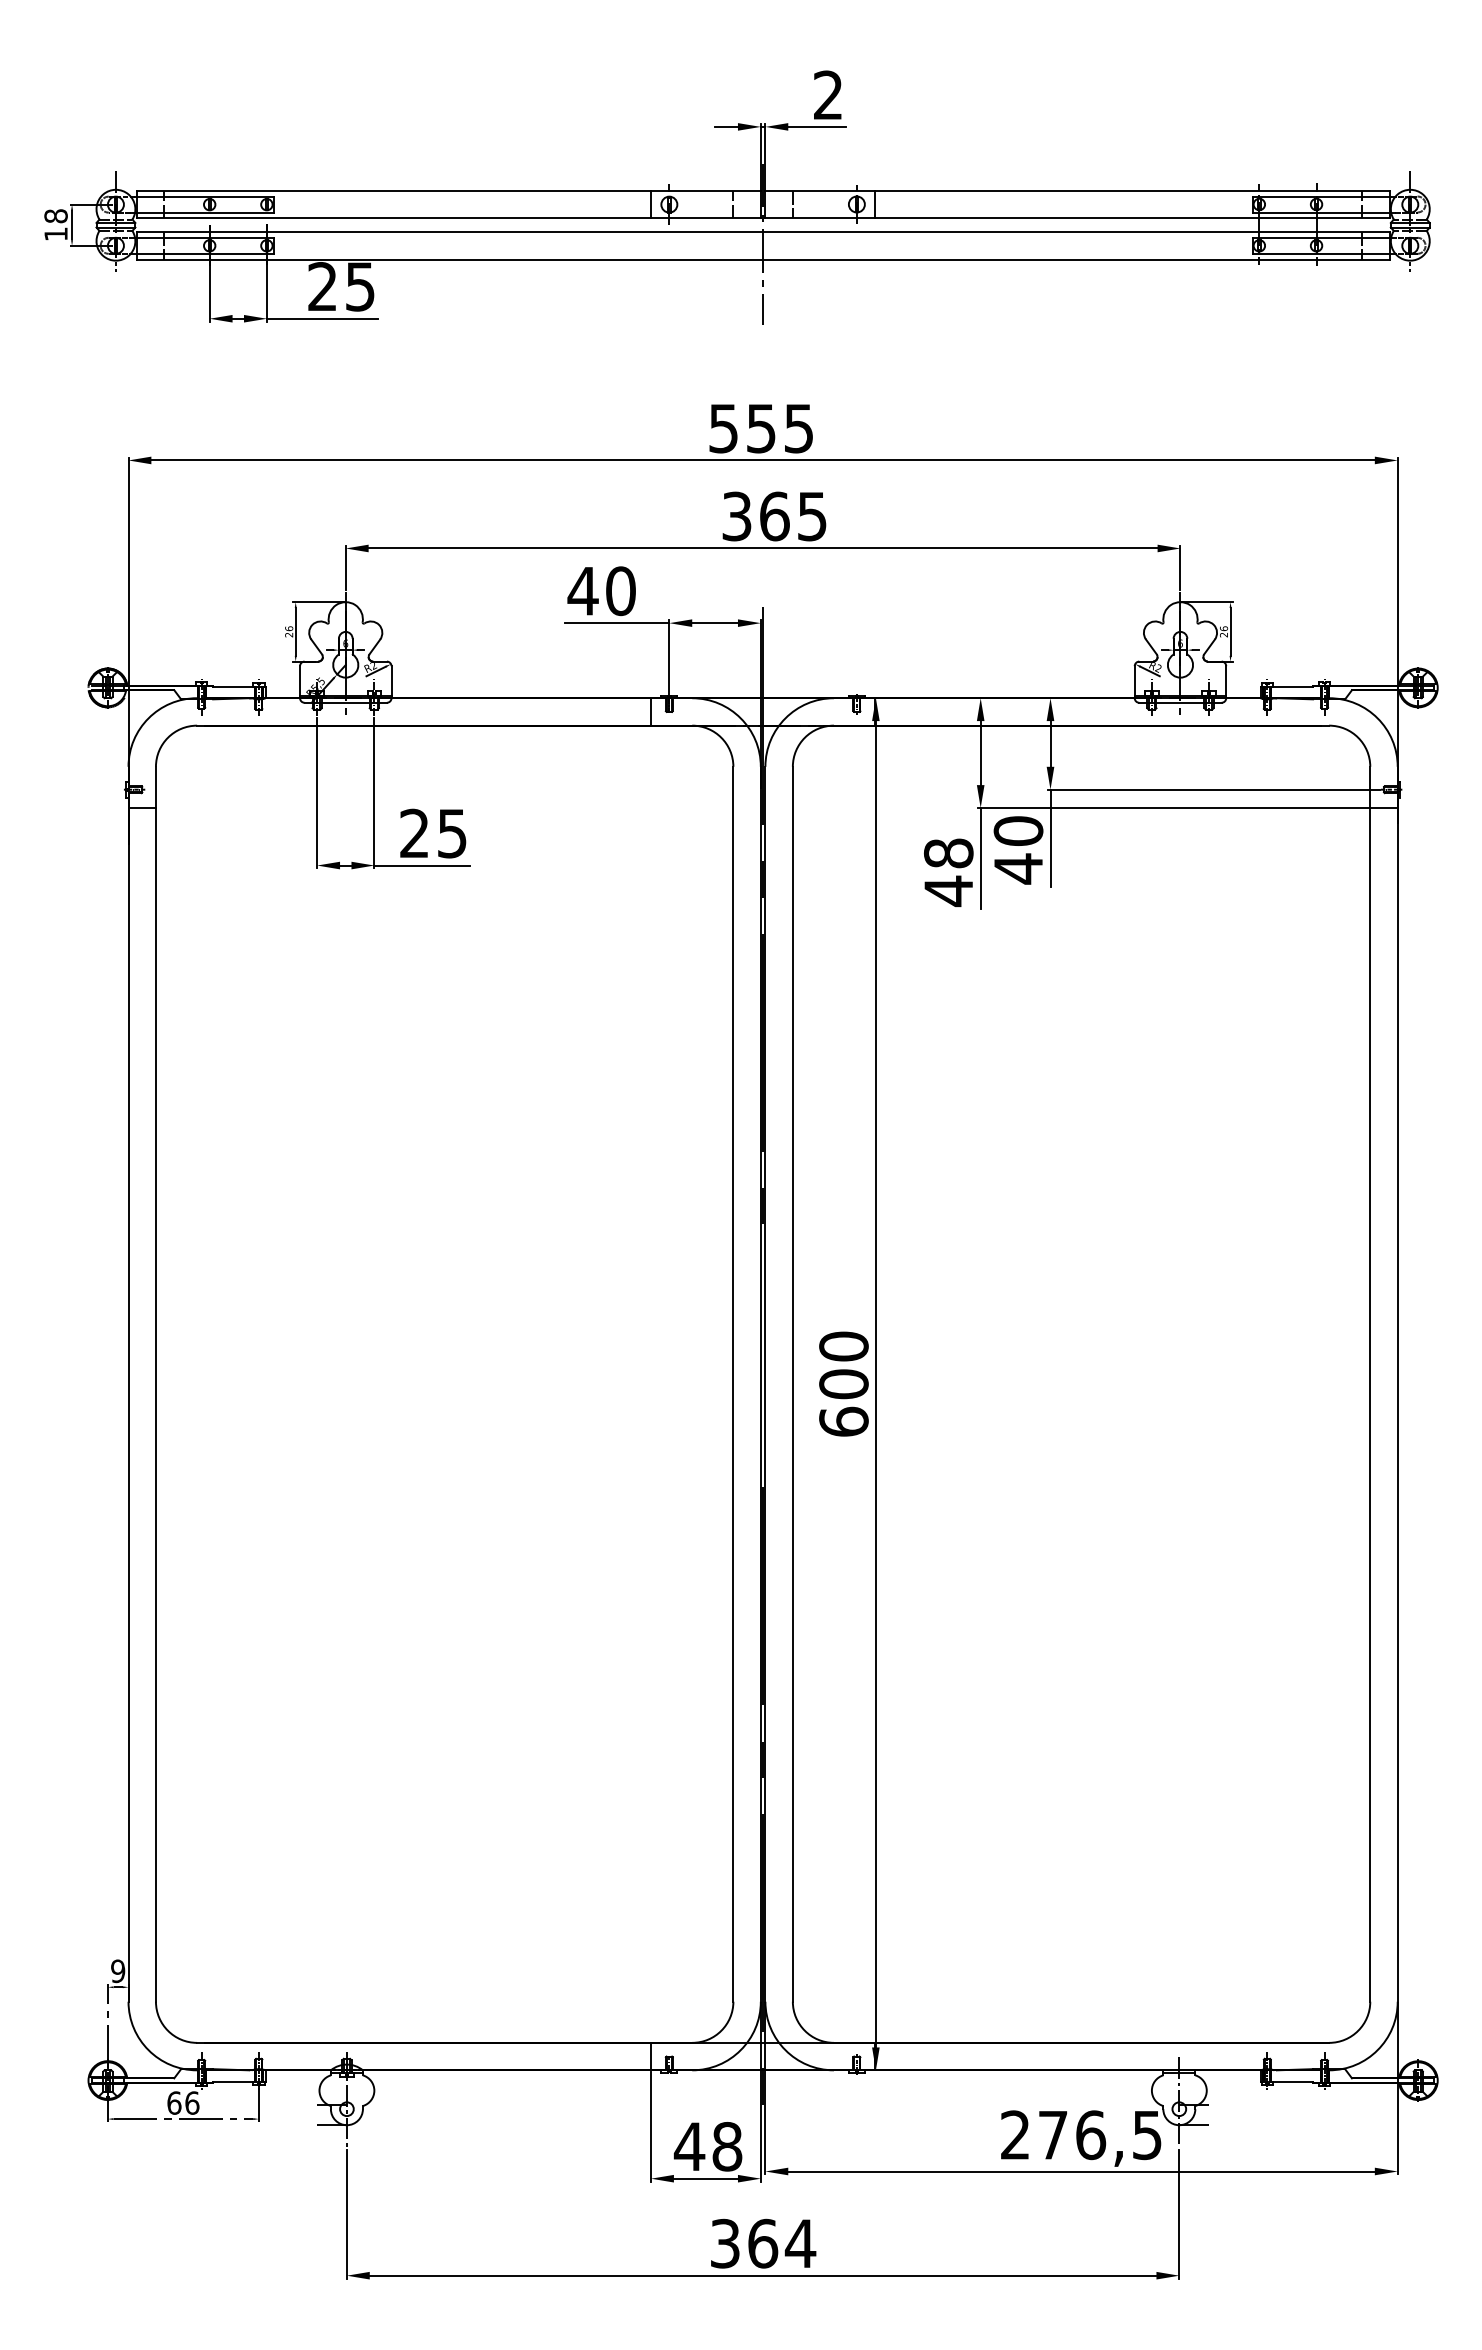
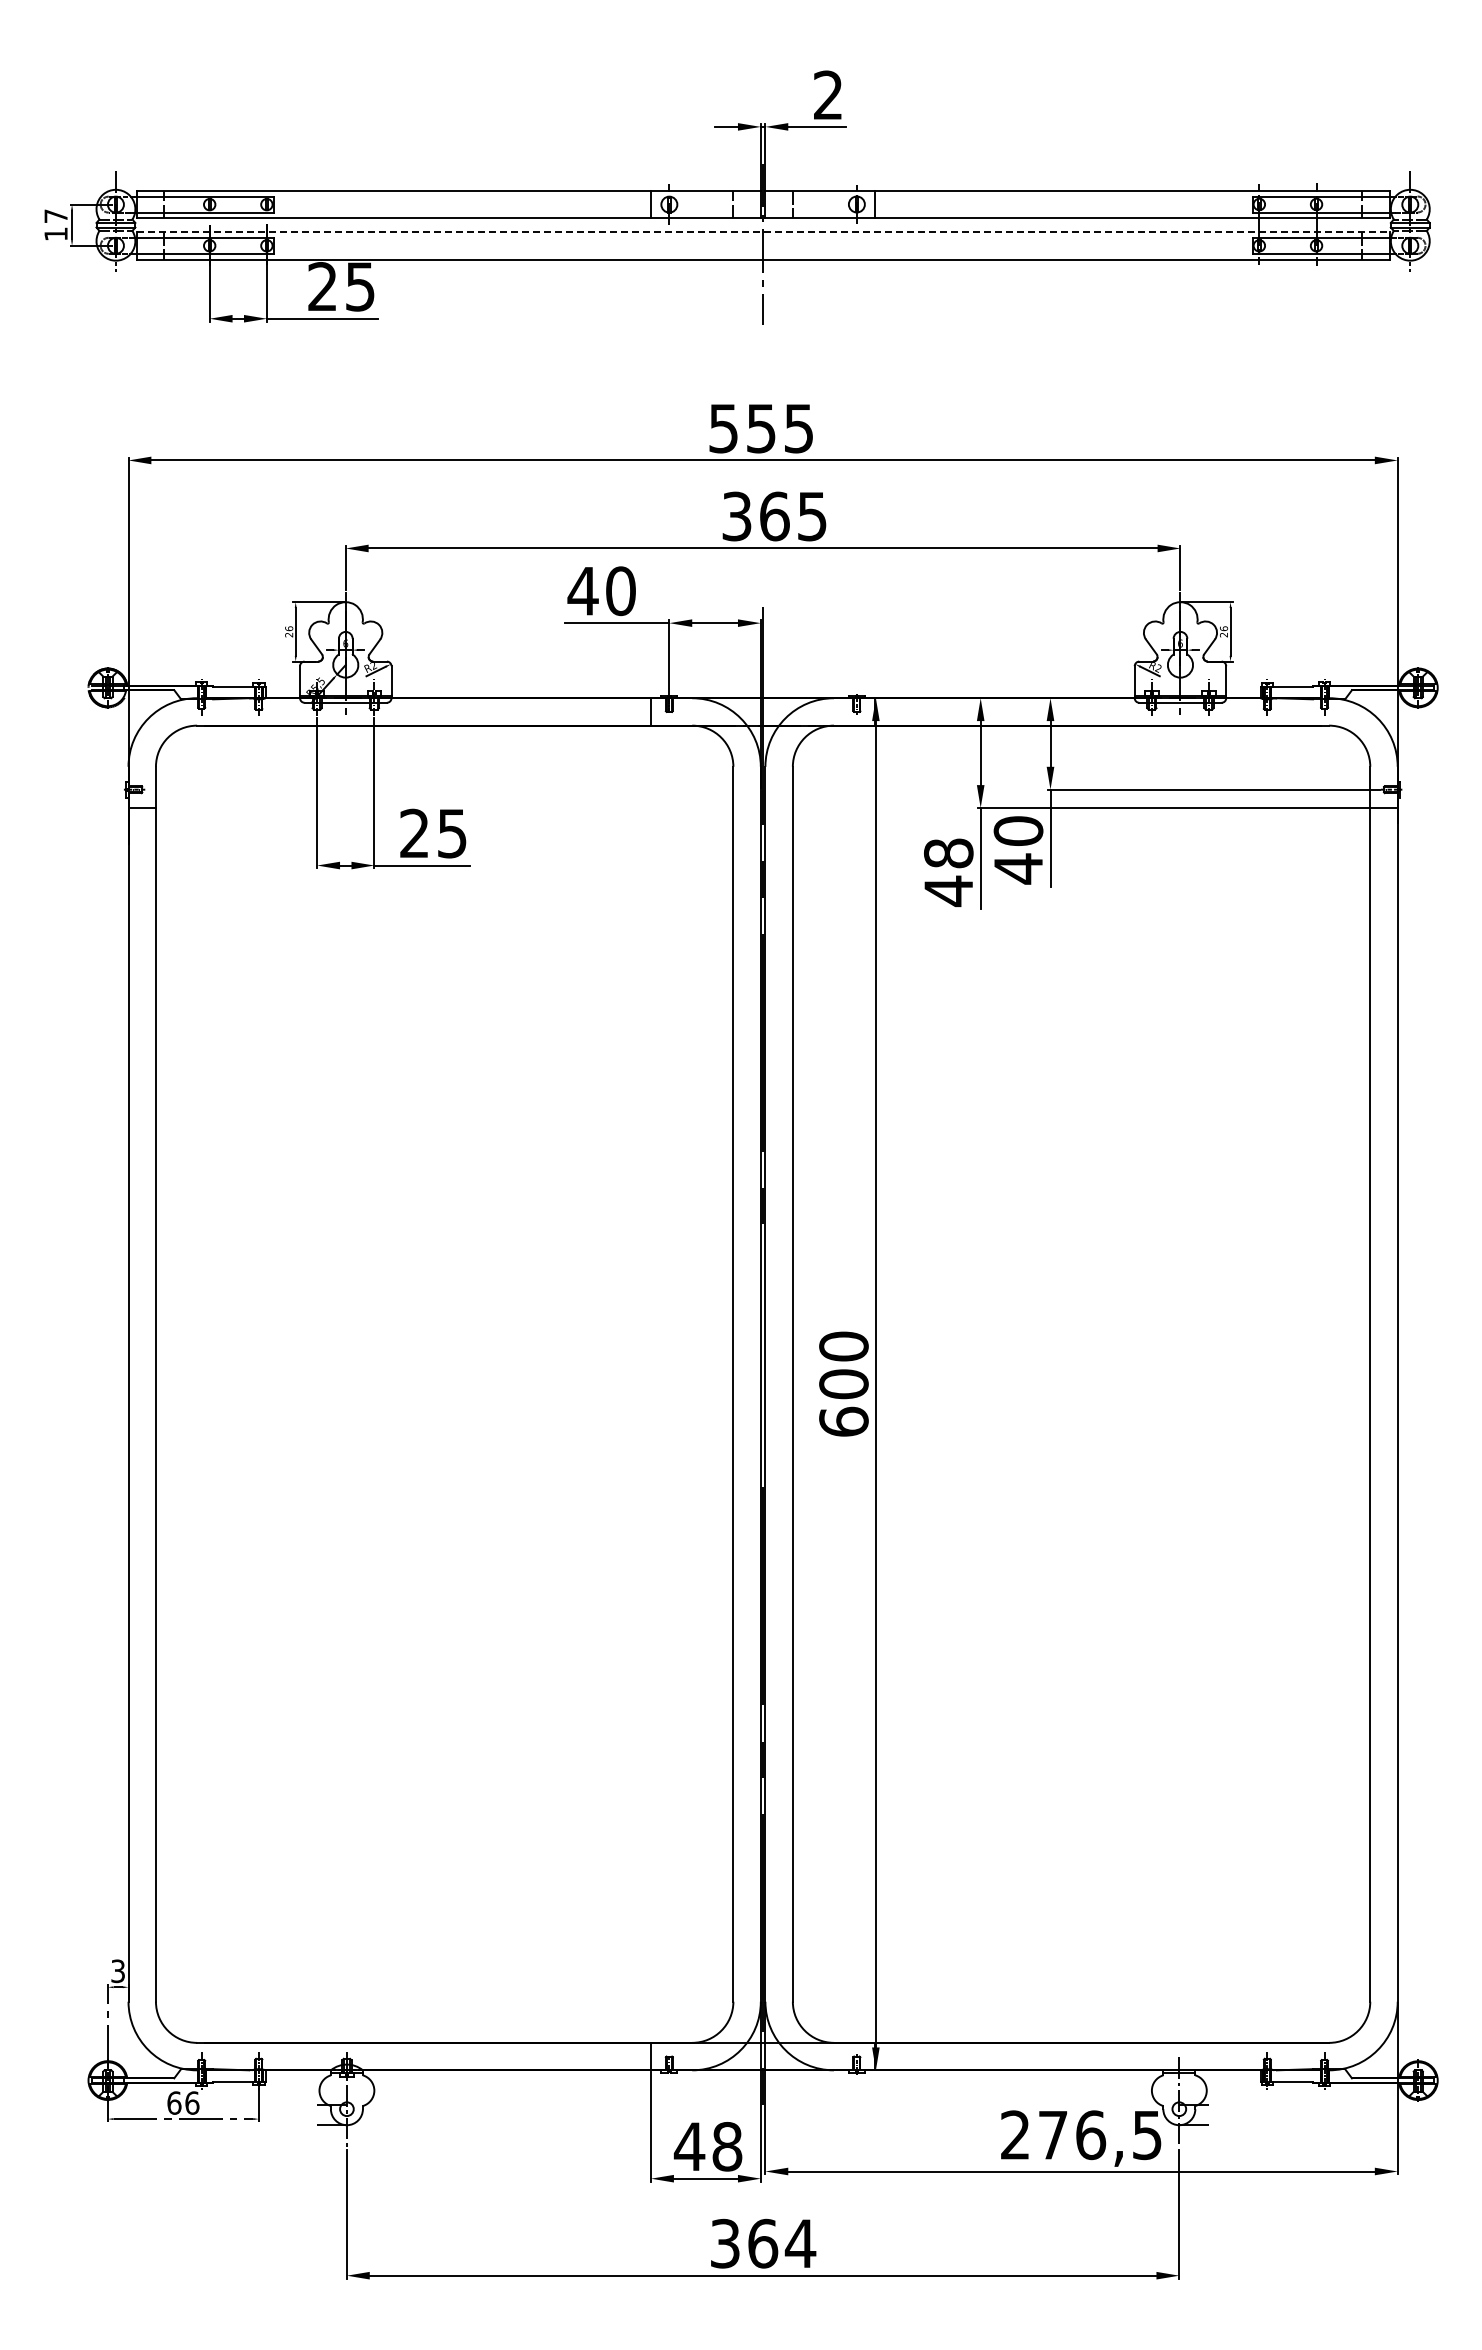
text at (55, 216): 18 -> 17
line at (763, 232): solid -> dashed
text at (118, 1970): 9 -> 3
